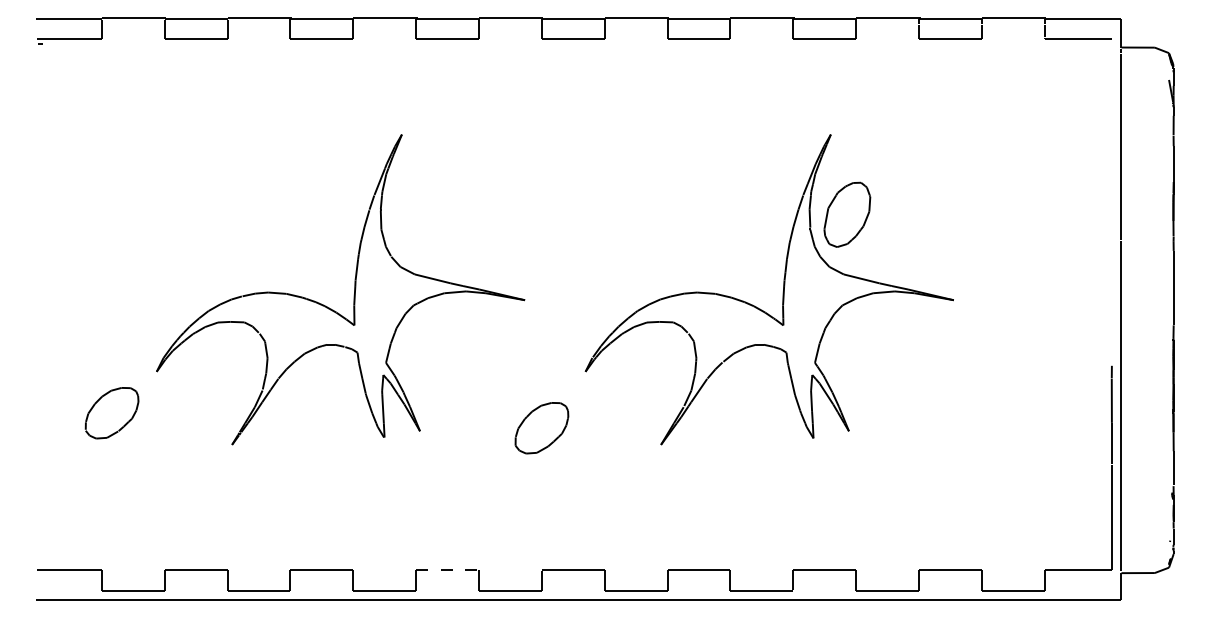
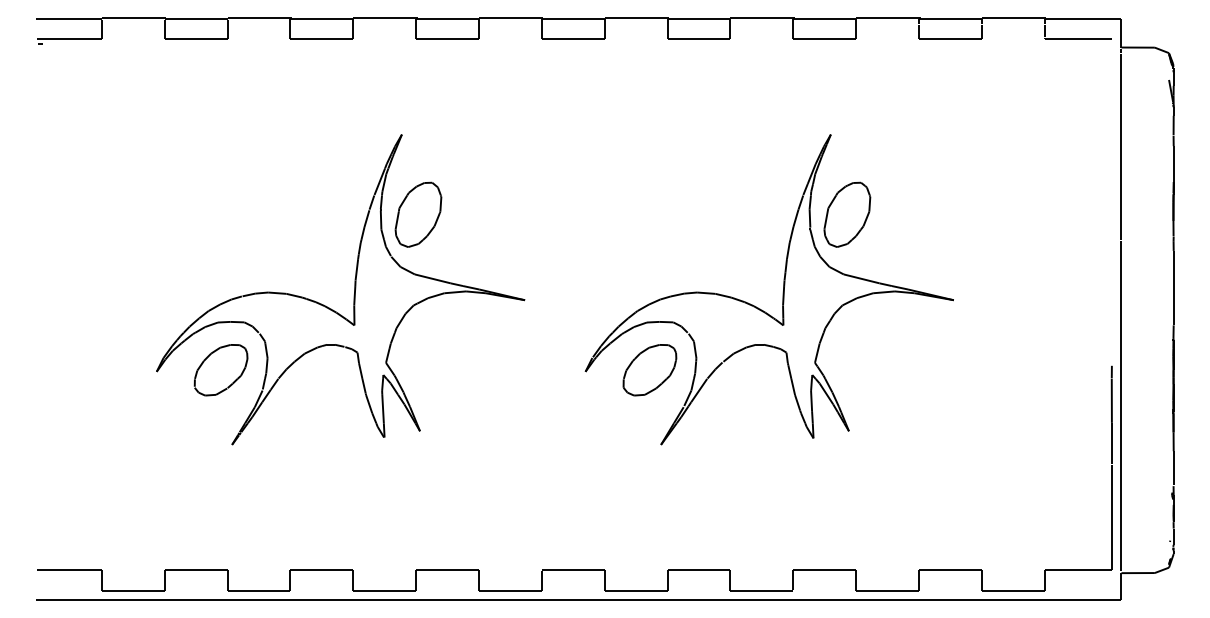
part at (418, 214): none -> present
part at (111, 413) position: (111, 413) -> (220, 370)
part at (541, 428) position: (541, 428) -> (649, 370)
line at (448, 569): dashed -> solid
